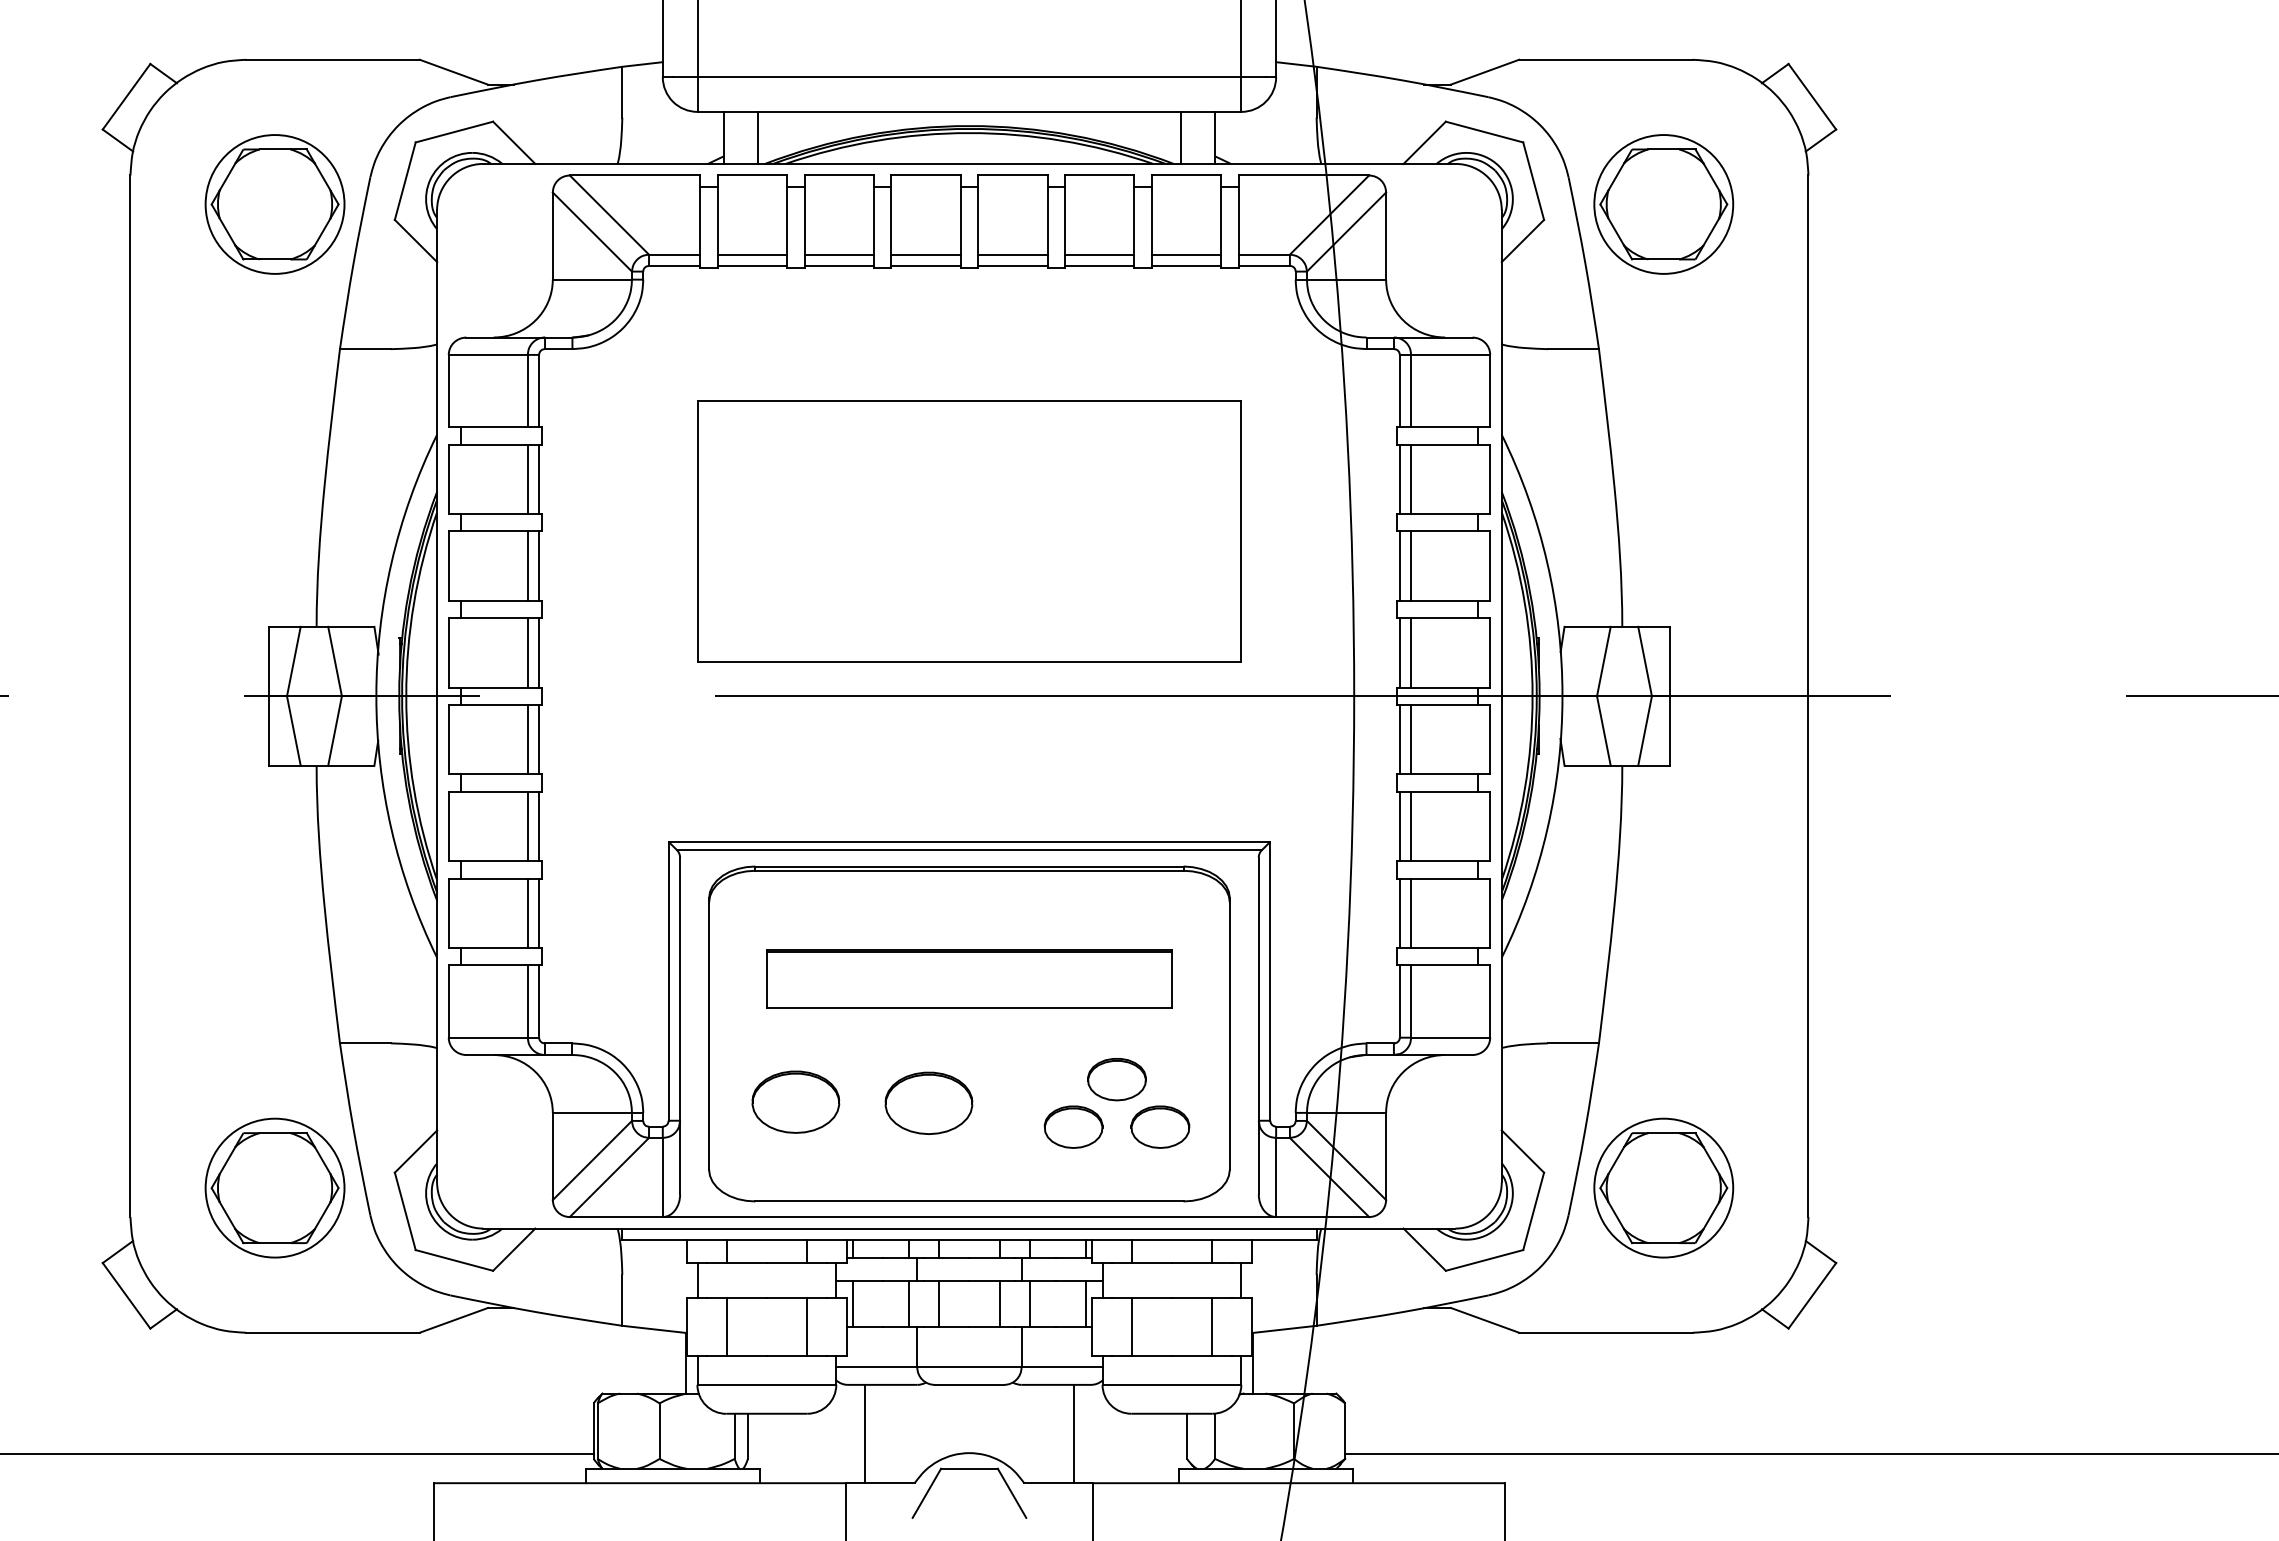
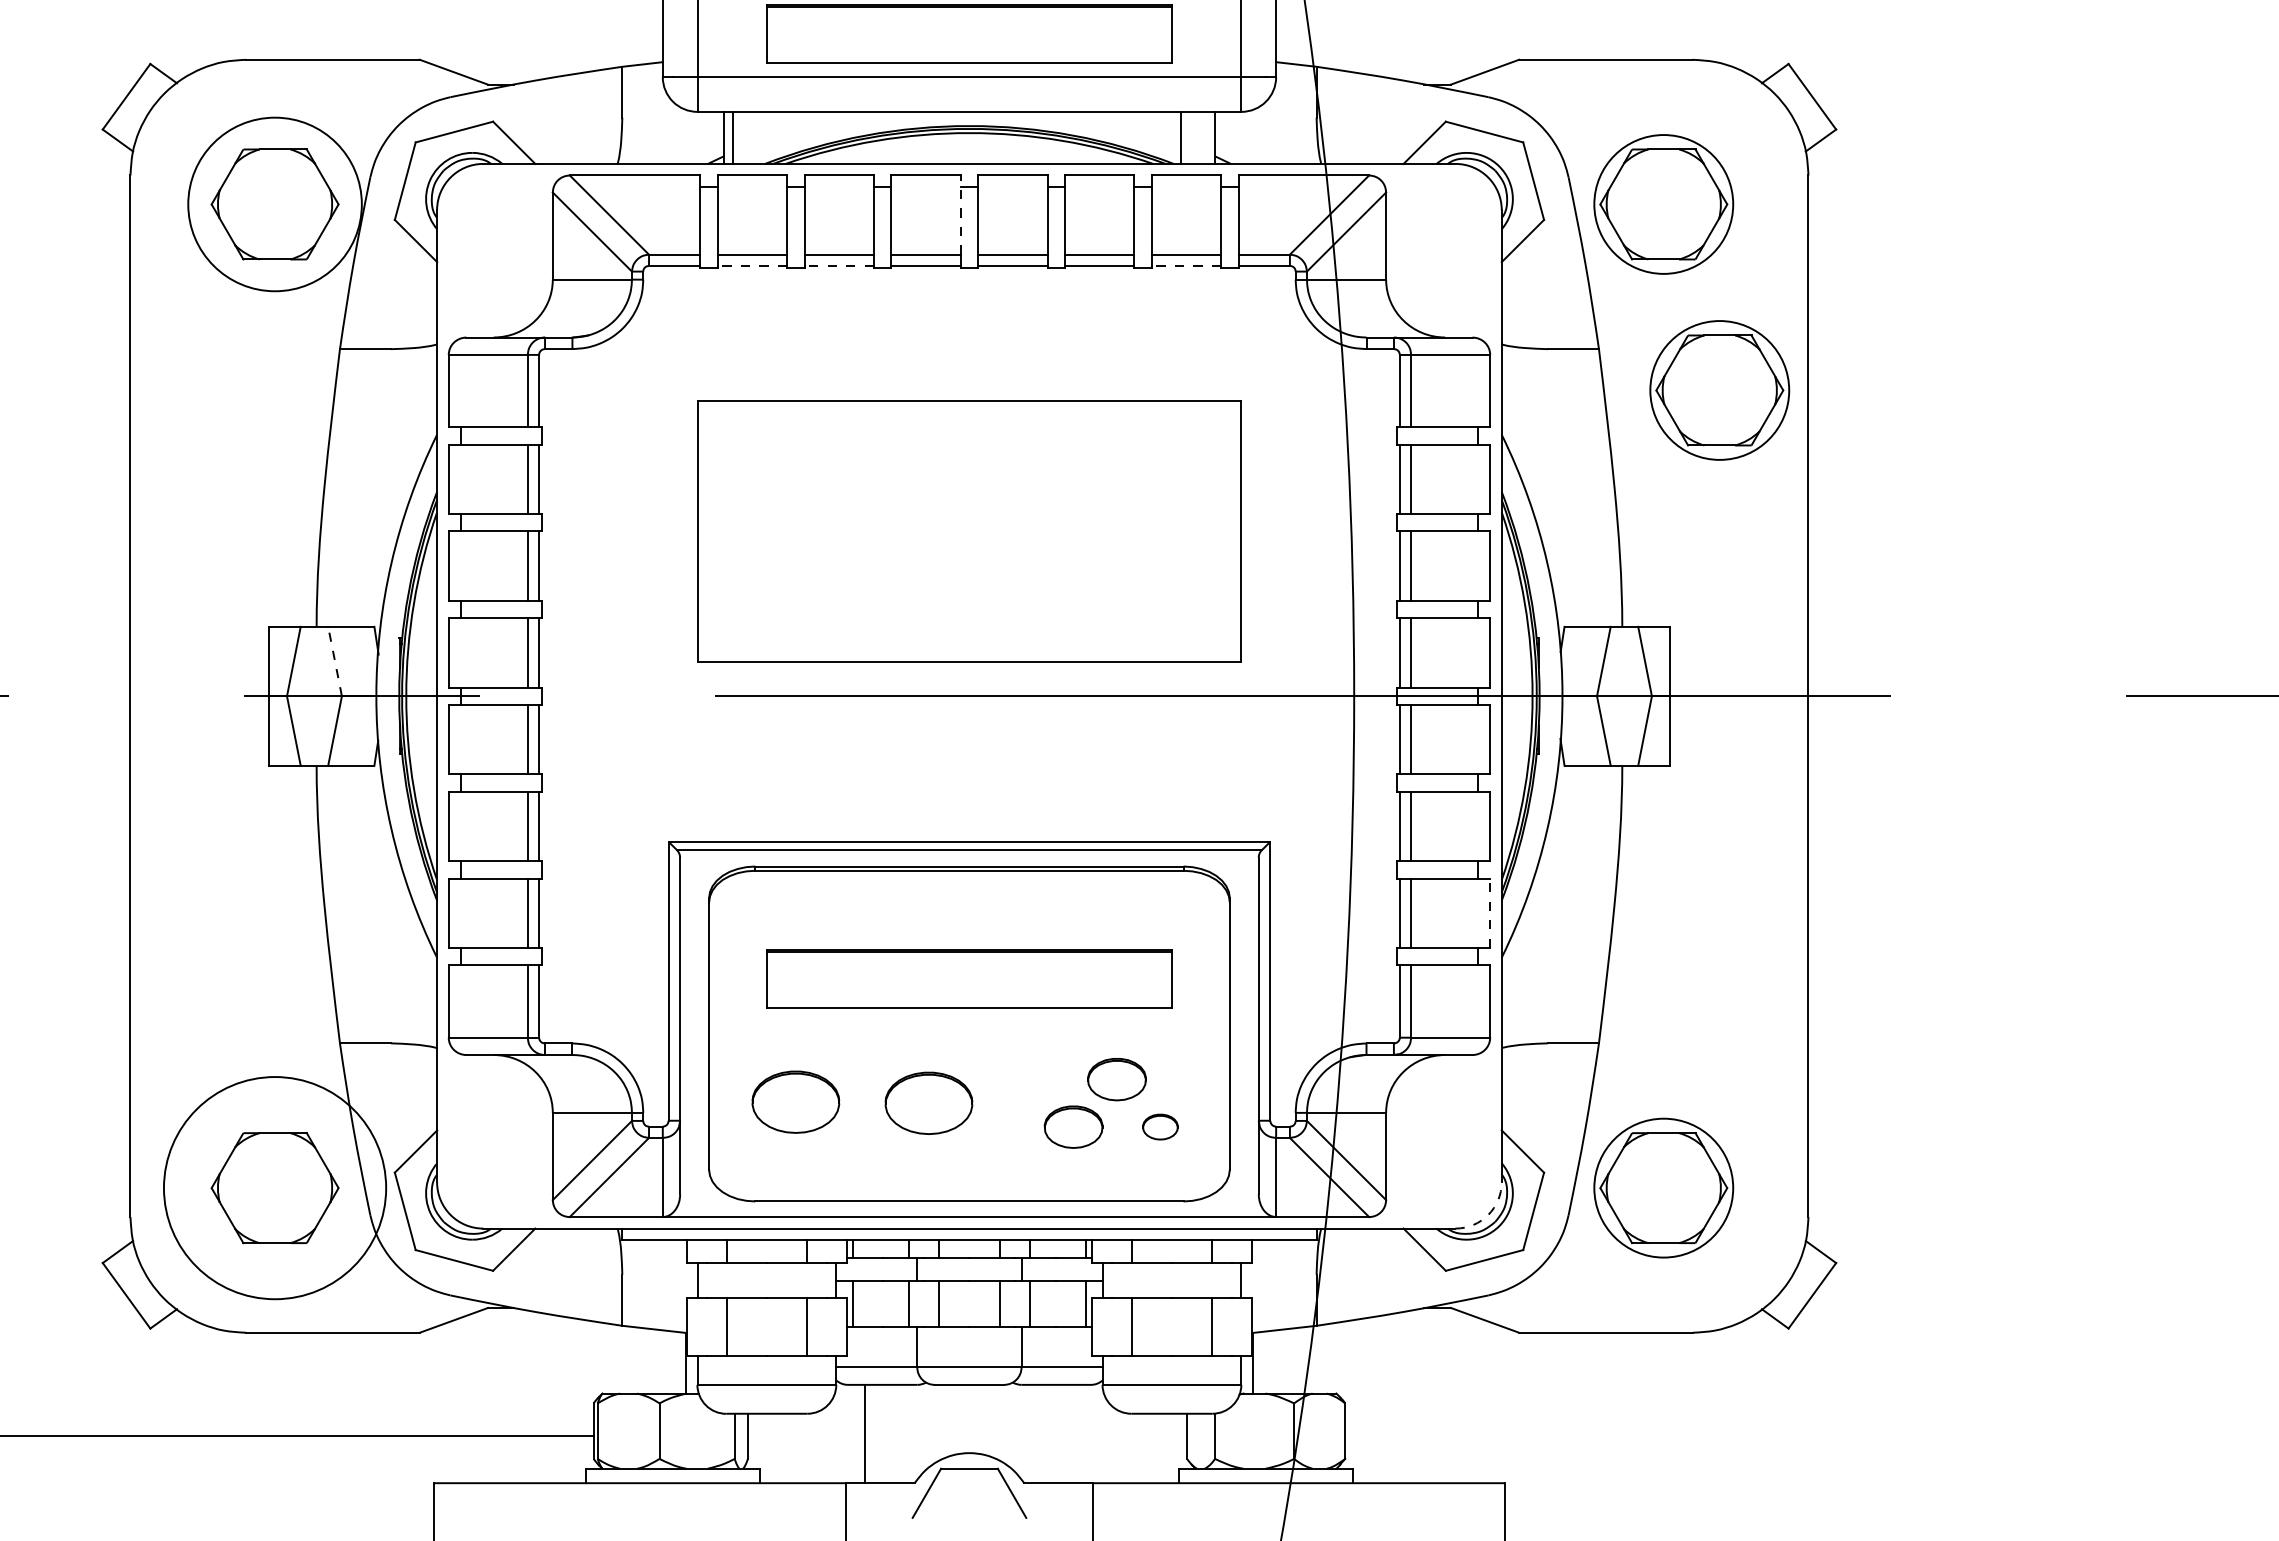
part at (969, 33): none -> present
line at (758, 137) position: (758, 137) -> (733, 137)
circle at (274, 204) diameter: 139 px -> 174 px
line at (960, 215): solid -> dashed
line at (752, 265): solid -> dashed
line at (839, 265): solid -> dashed
line at (1186, 265): solid -> dashed
part at (1719, 390): none -> present
line at (334, 661): solid -> dashed
line at (1490, 913): solid -> dashed
part at (1160, 1126) size: 61x44 px -> 37x28 px
circle at (274, 1187) diameter: 139 px -> 222 px
arc at (1488, 1215): solid -> dashed
line at (1073, 1433): present -> none
line at (297, 1454) position: (297, 1454) -> (297, 1436)
line at (1810, 1454): present -> none
